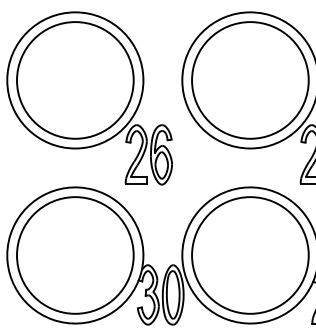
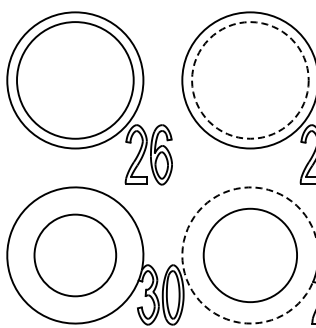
circle at (250, 80): solid -> dashed
arc at (182, 251): solid -> dashed
circle at (75, 255) diameter: 117 px -> 82 px
circle at (250, 255) diameter: 117 px -> 93 px
